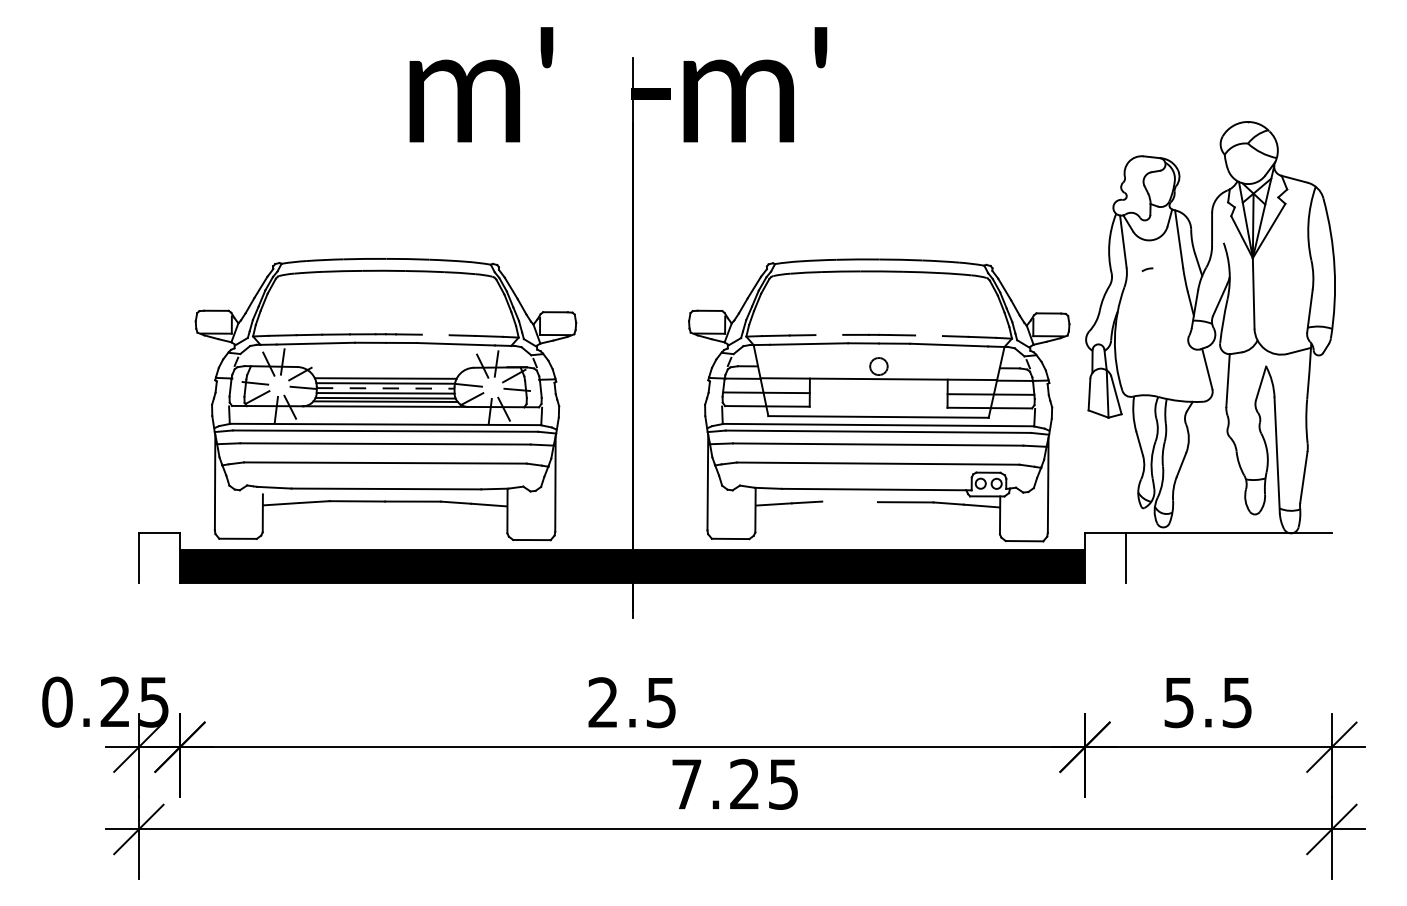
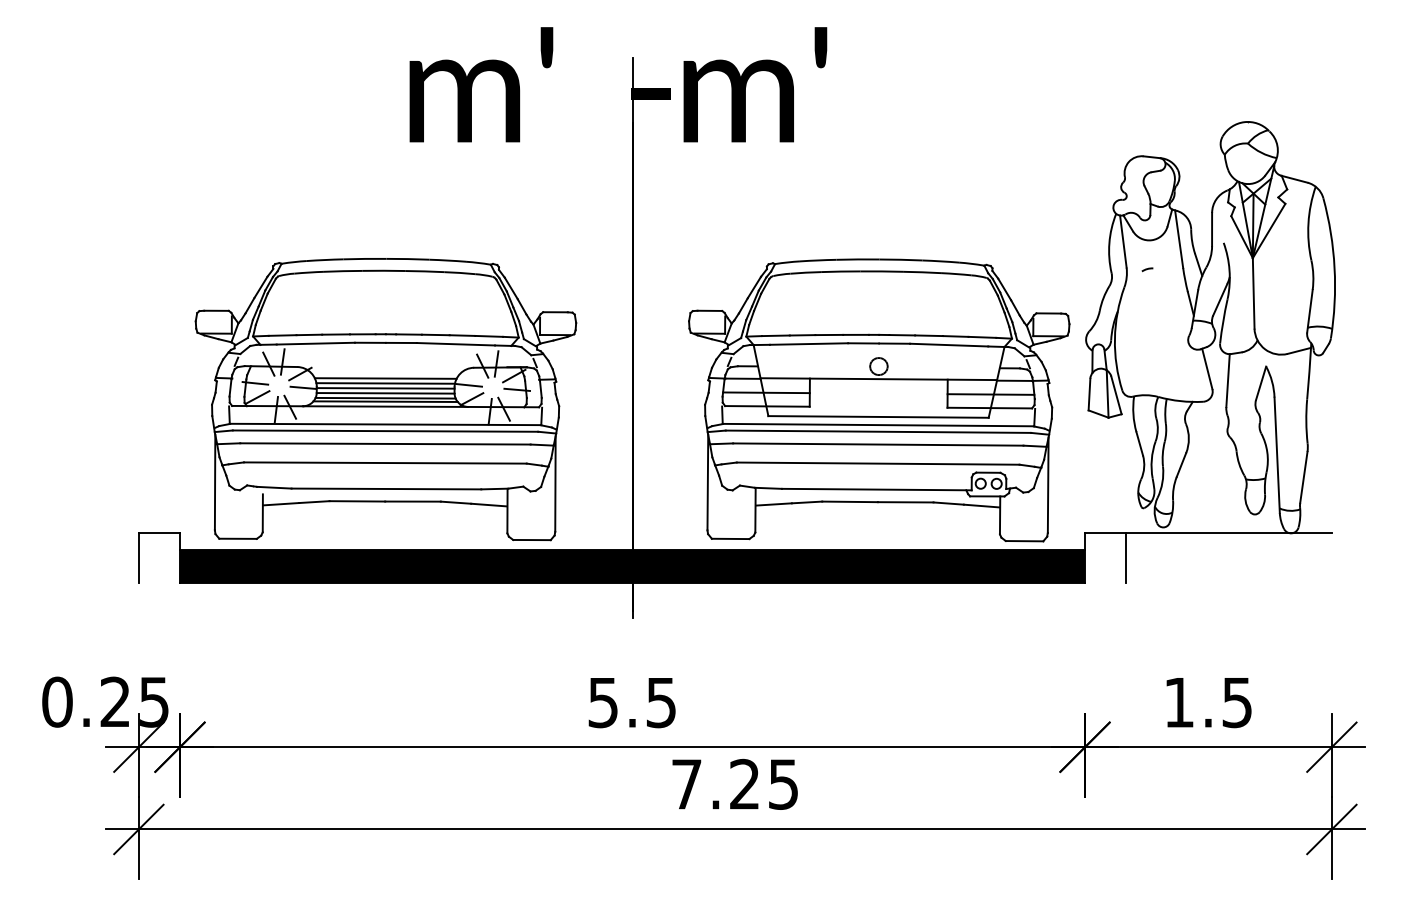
line at (435, 334): none -> present
line at (829, 334): none -> present
line at (928, 335): none -> present
line at (385, 388): dashed -> solid
line at (849, 501): none -> present
text at (602, 702): 2.5 -> 5.5
text at (1178, 703): 5.5 -> 1.5
